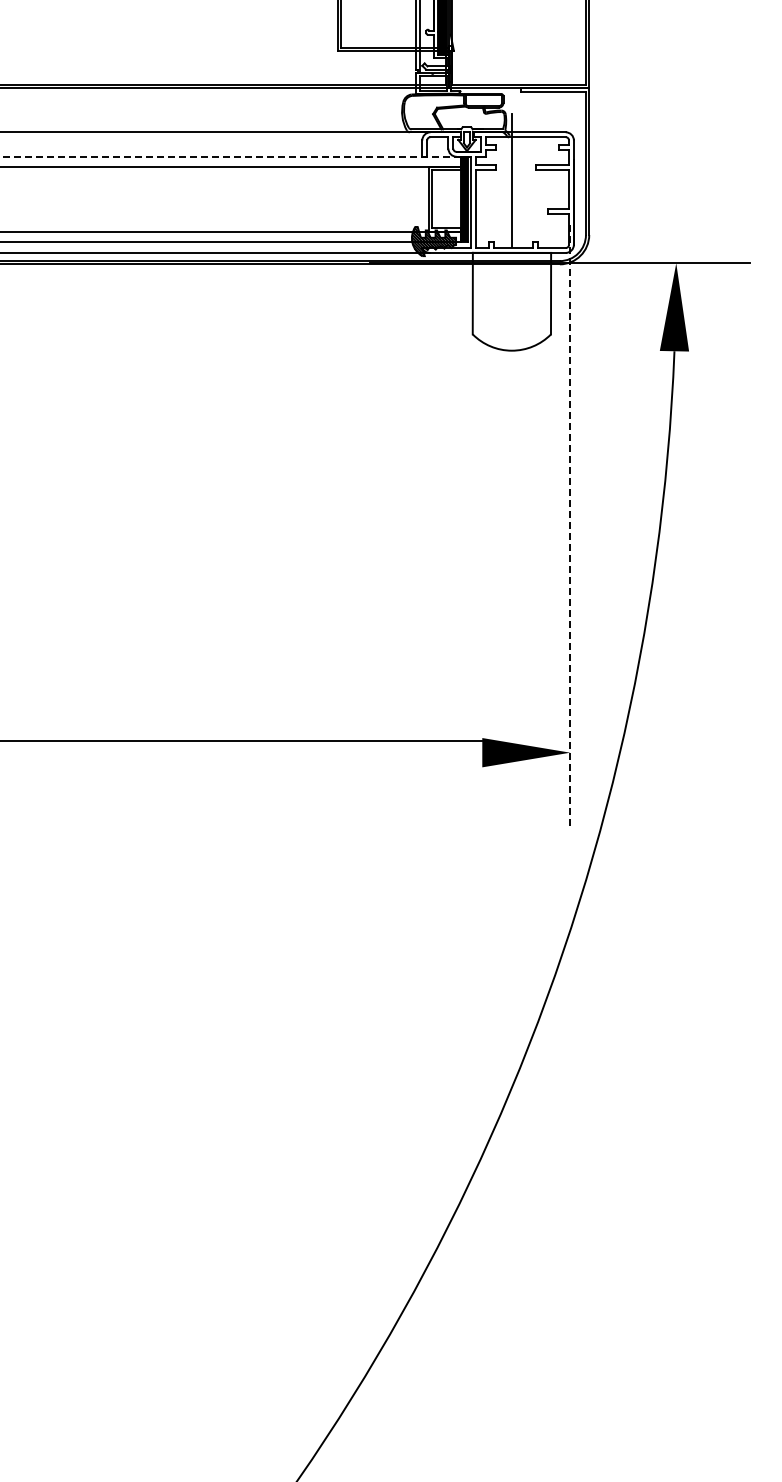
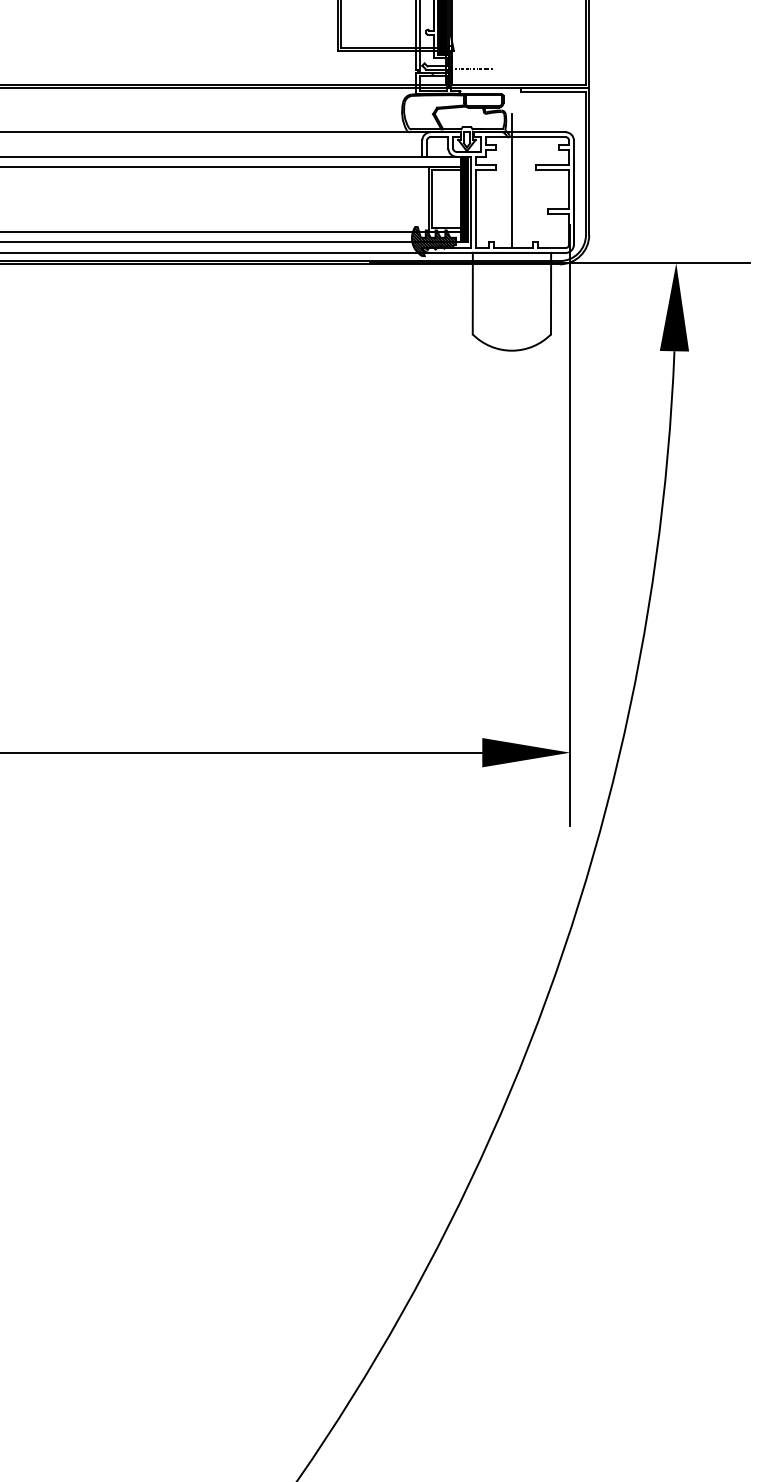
line at (471, 68): none -> present
line at (230, 156): dashed -> solid
line at (570, 525): dashed -> solid
line at (242, 740) position: (242, 740) -> (242, 752)
